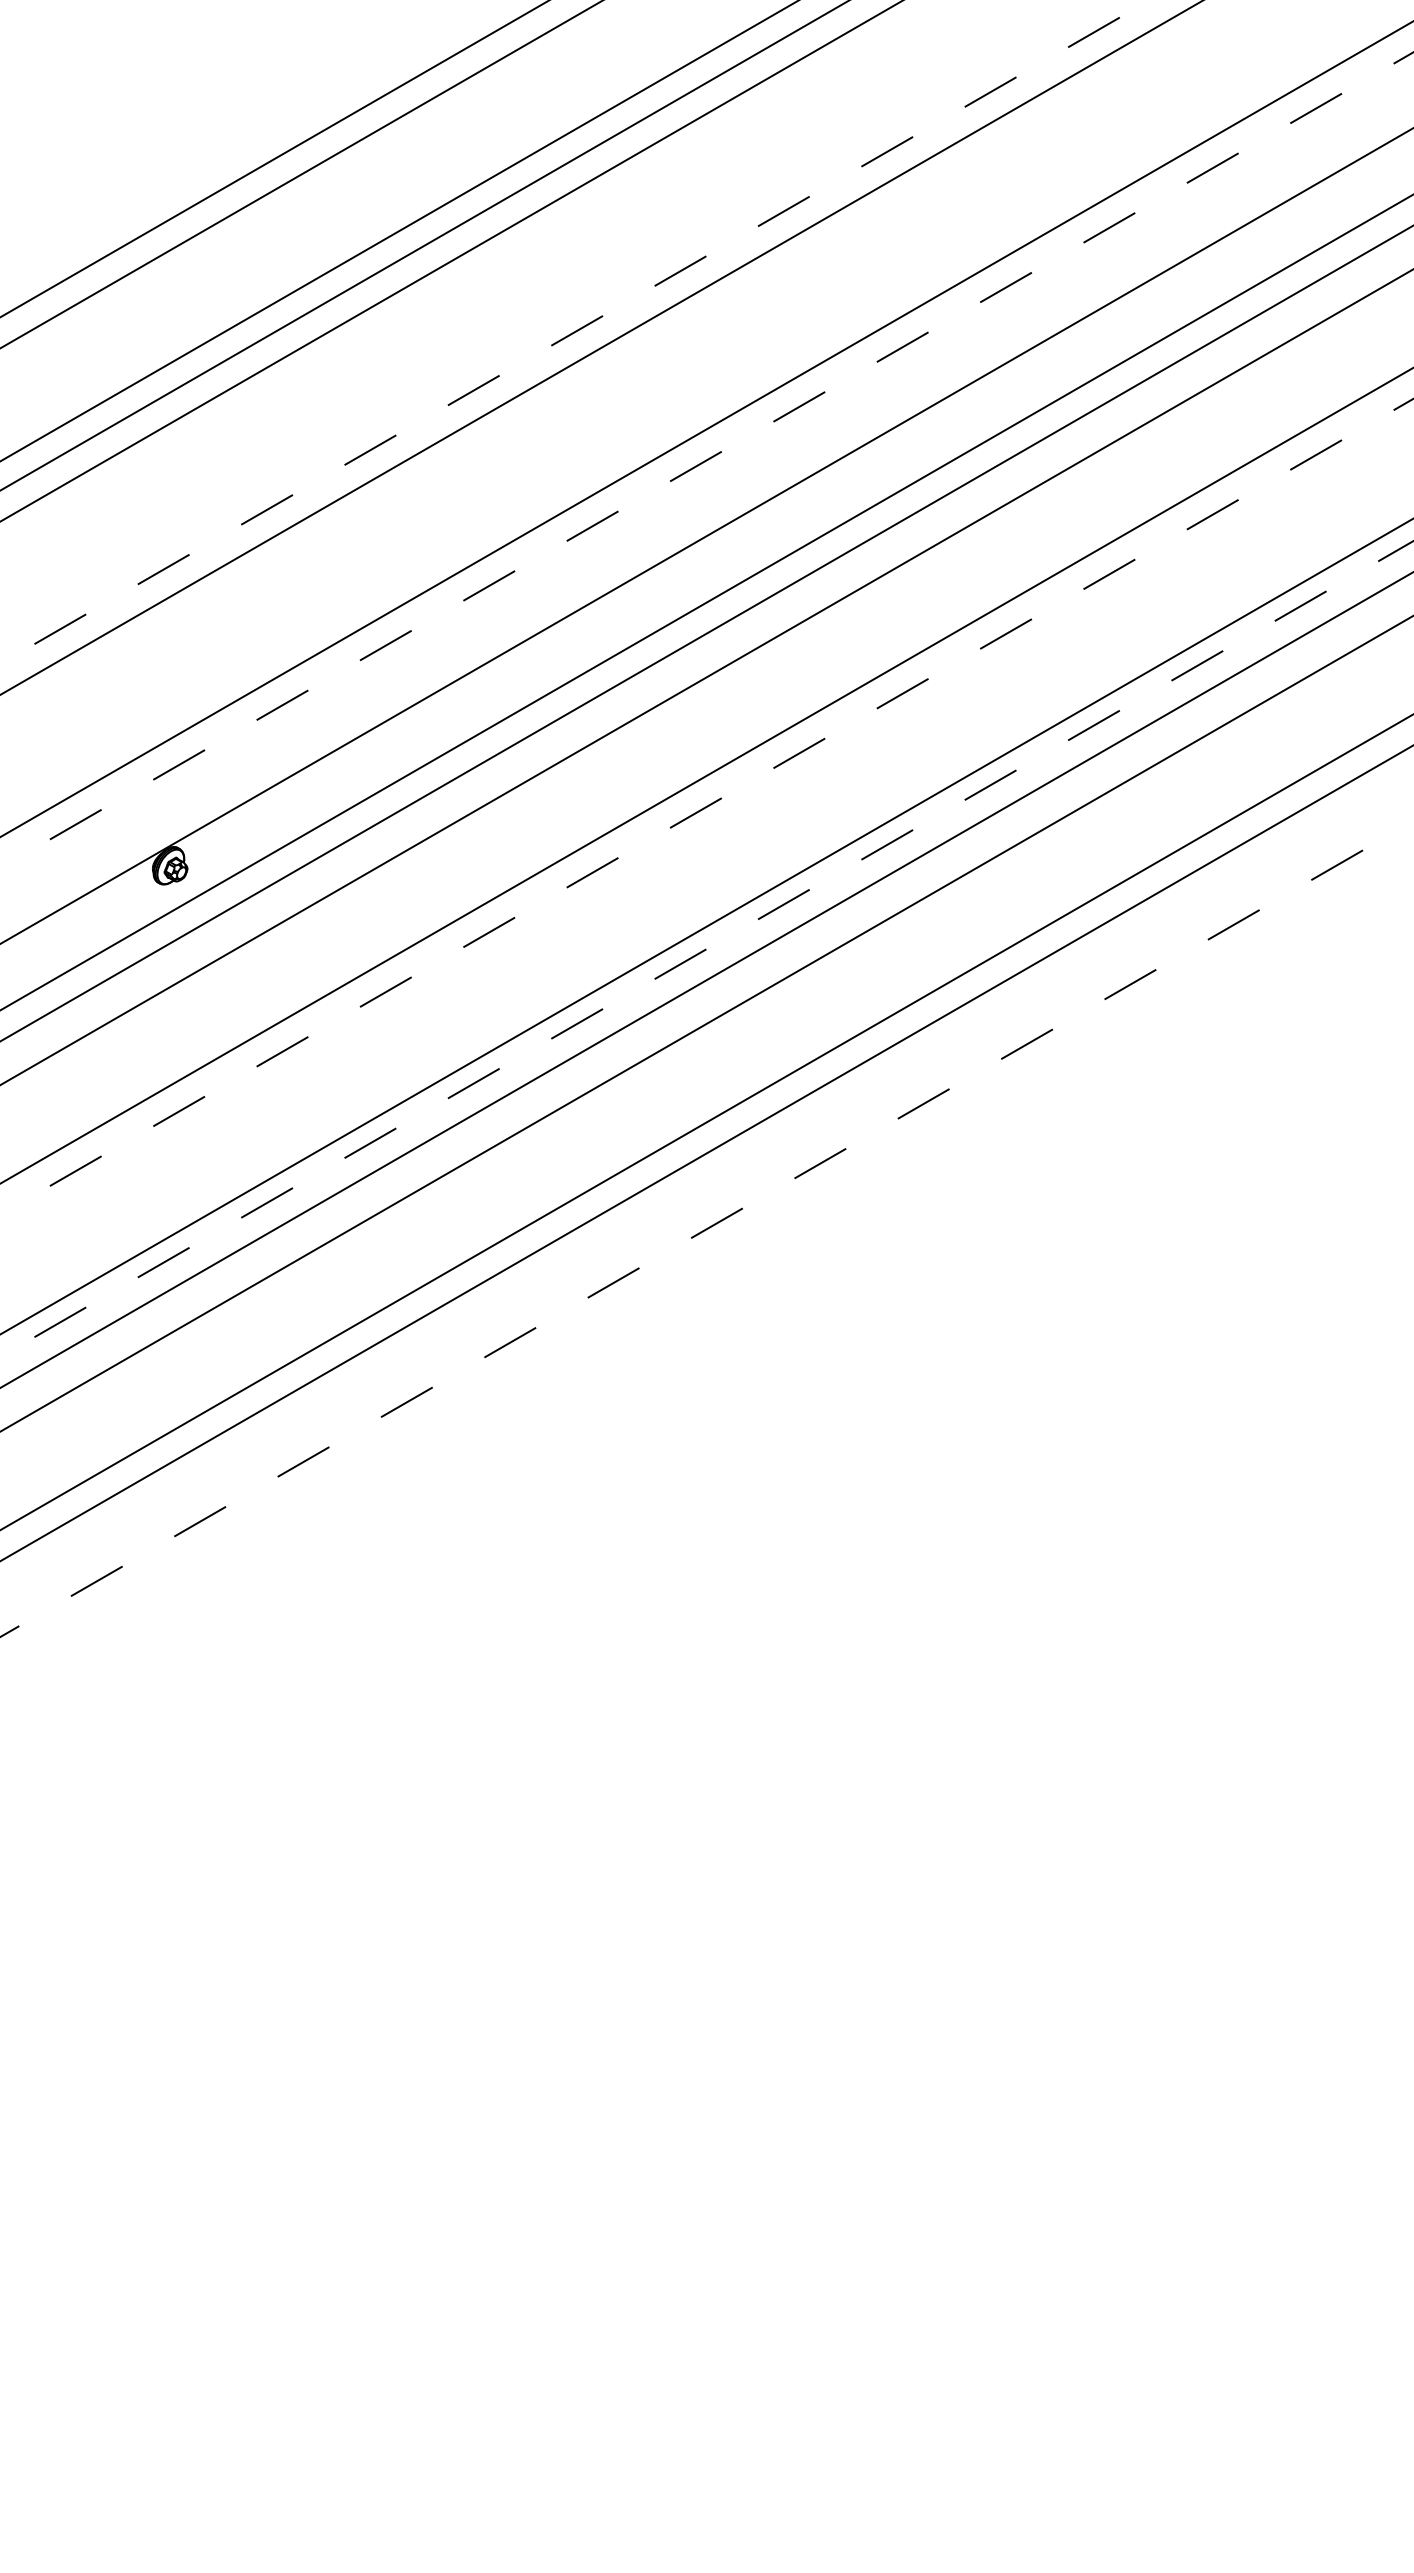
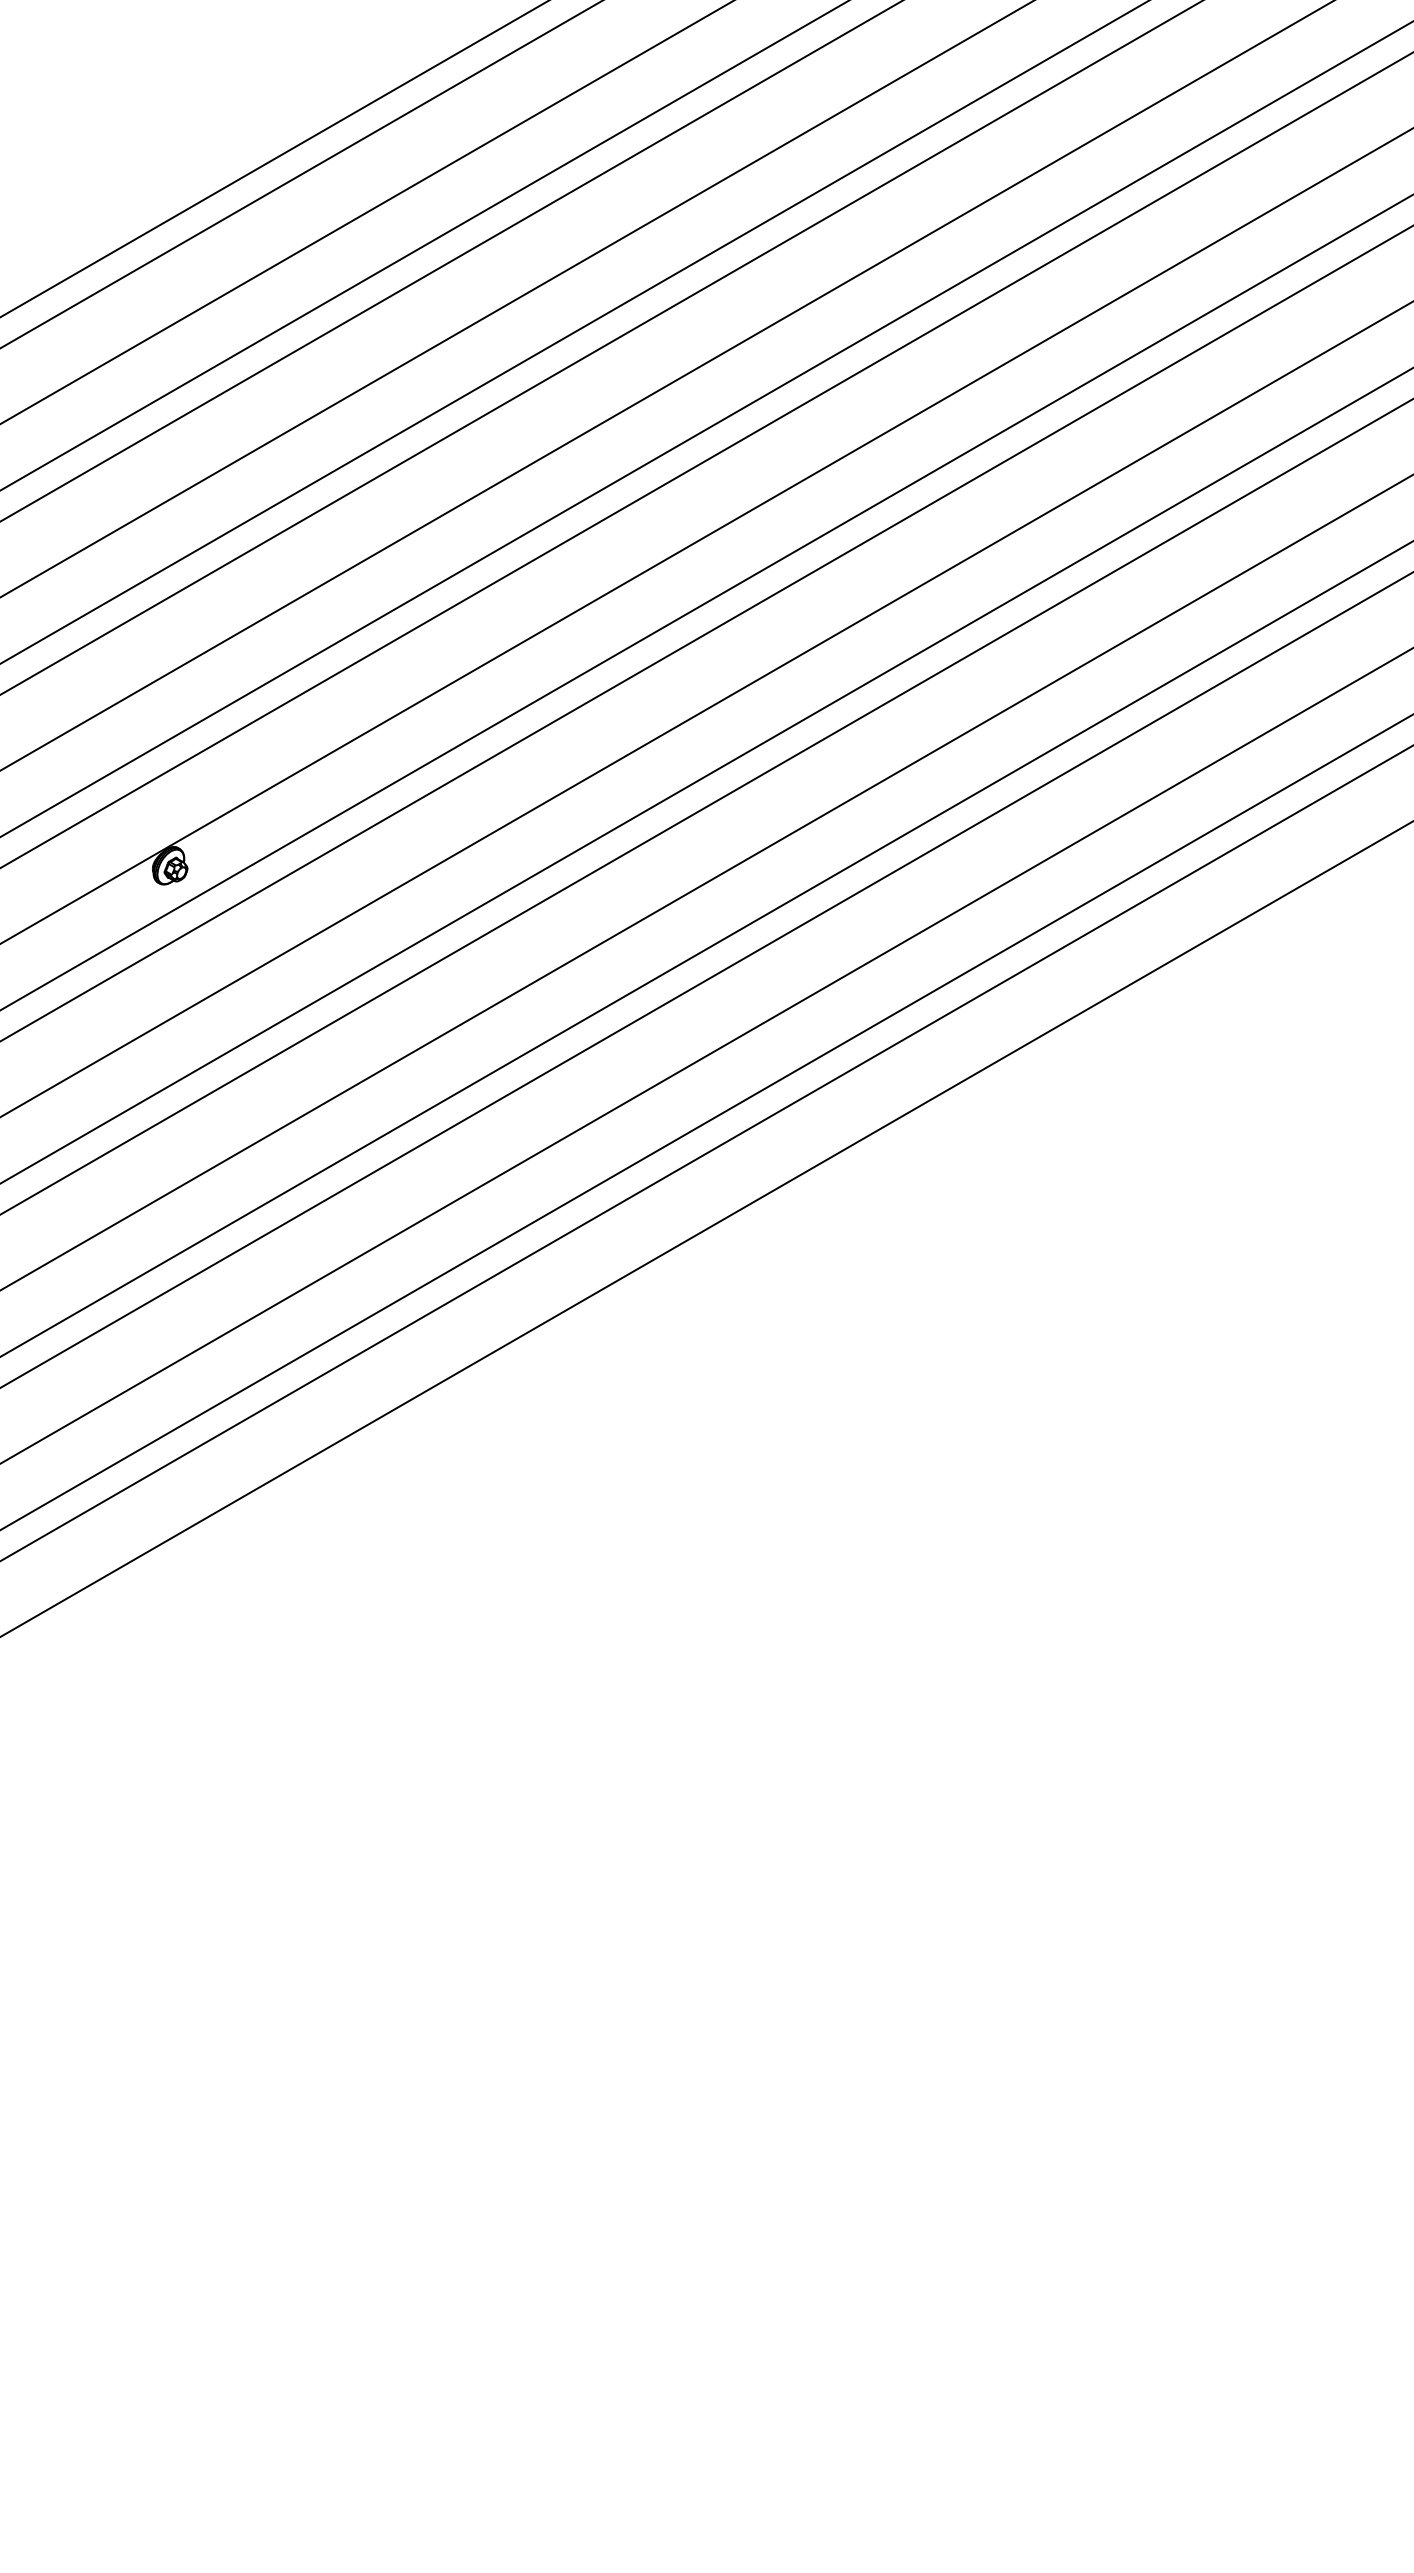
line at (398, 231) position: (398, 231) -> (366, 212)
line at (516, 299): none -> present
line at (575, 331): dashed -> solid
line at (666, 385): none -> present
line at (707, 460): dashed -> solid
line at (706, 676) position: (706, 676) -> (706, 708)
line at (707, 806): dashed -> solid
line at (706, 926) position: (706, 926) -> (706, 882)
line at (707, 948): dashed -> solid
line at (706, 1023) position: (706, 1023) -> (706, 1055)
line at (707, 1228): dashed -> solid
